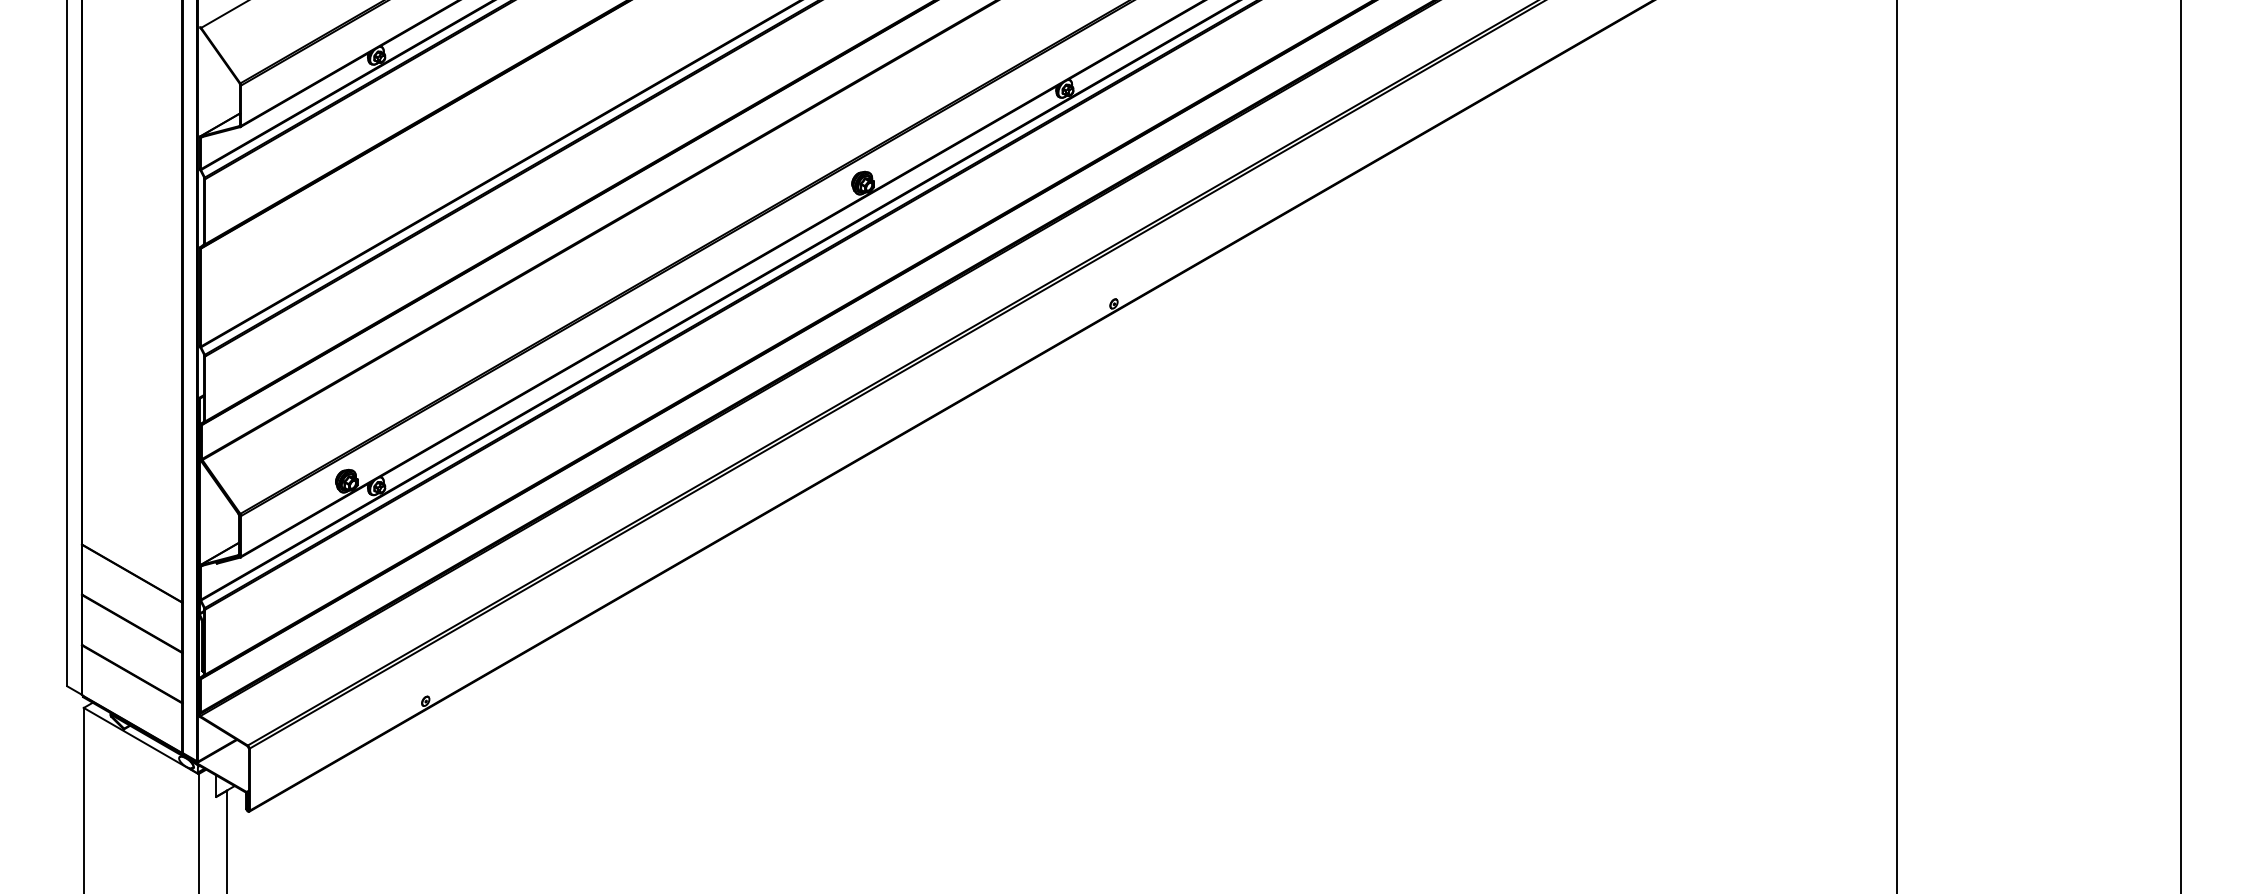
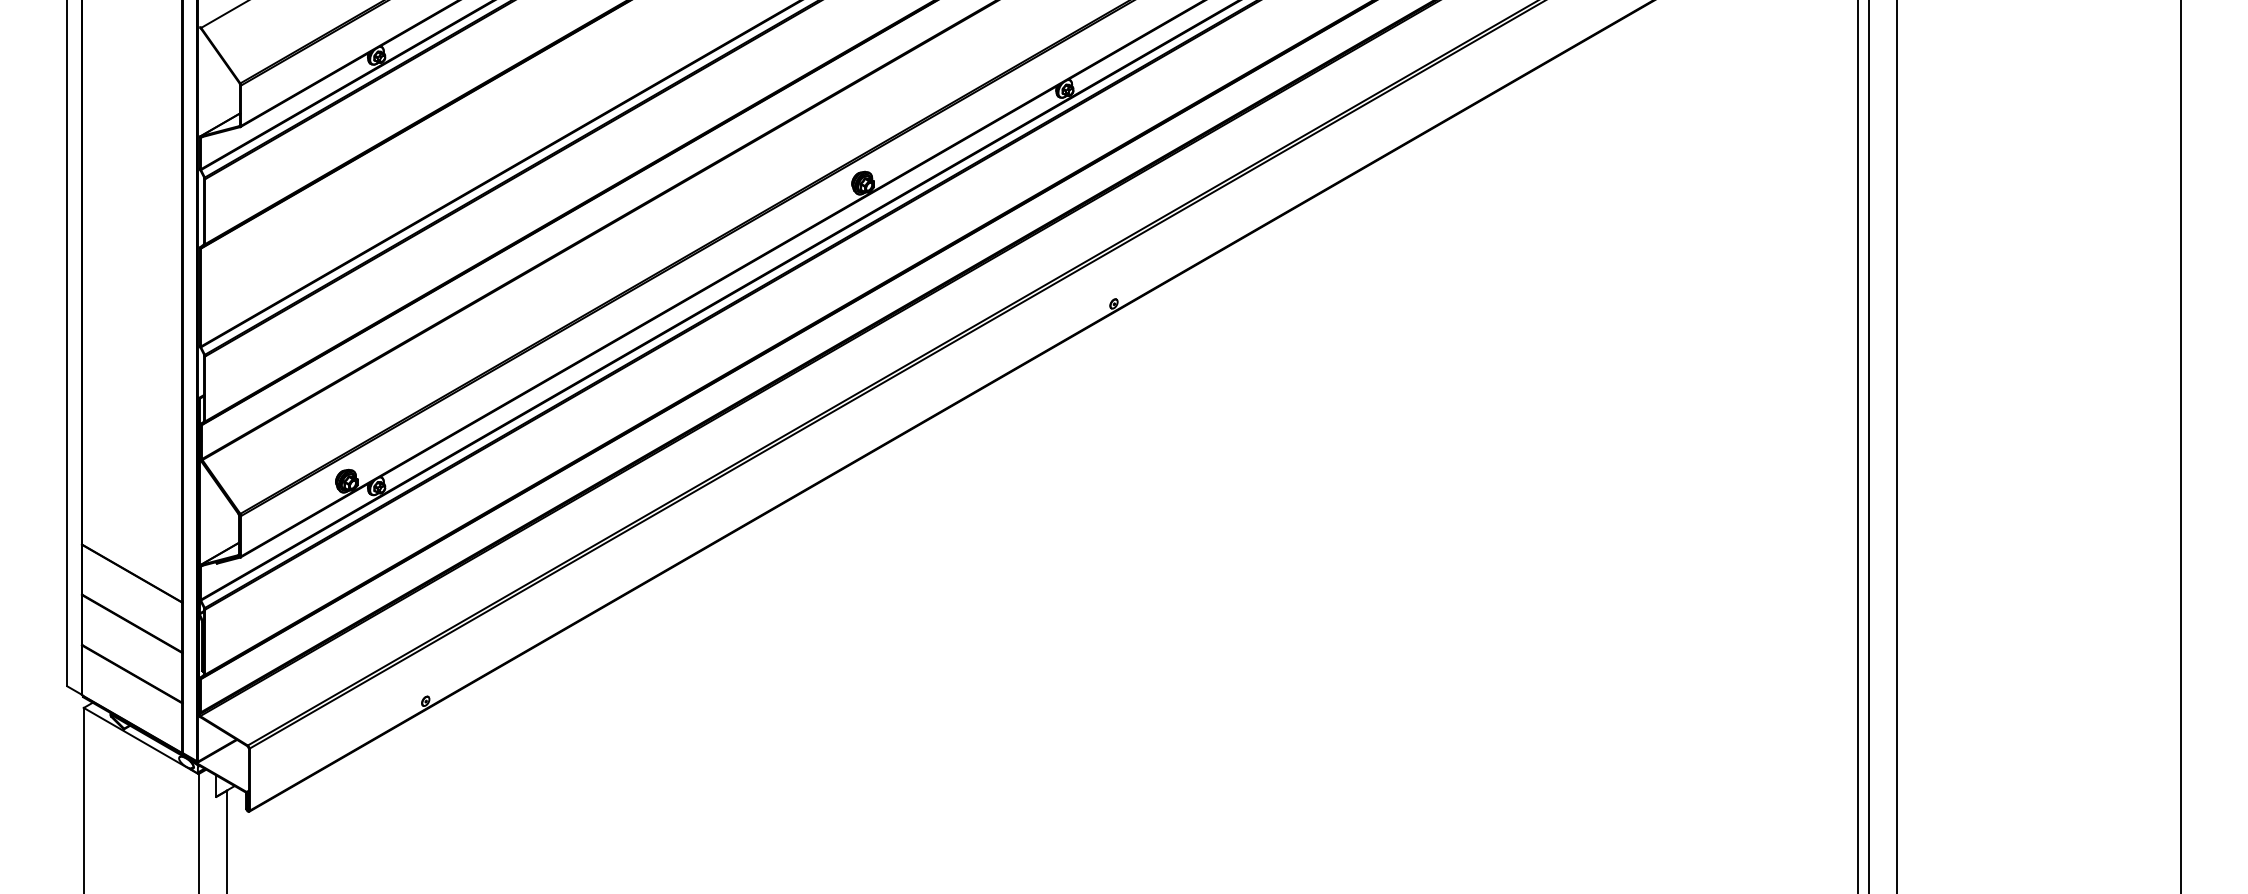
line at (1857, 446): none -> present
line at (1868, 446): none -> present
